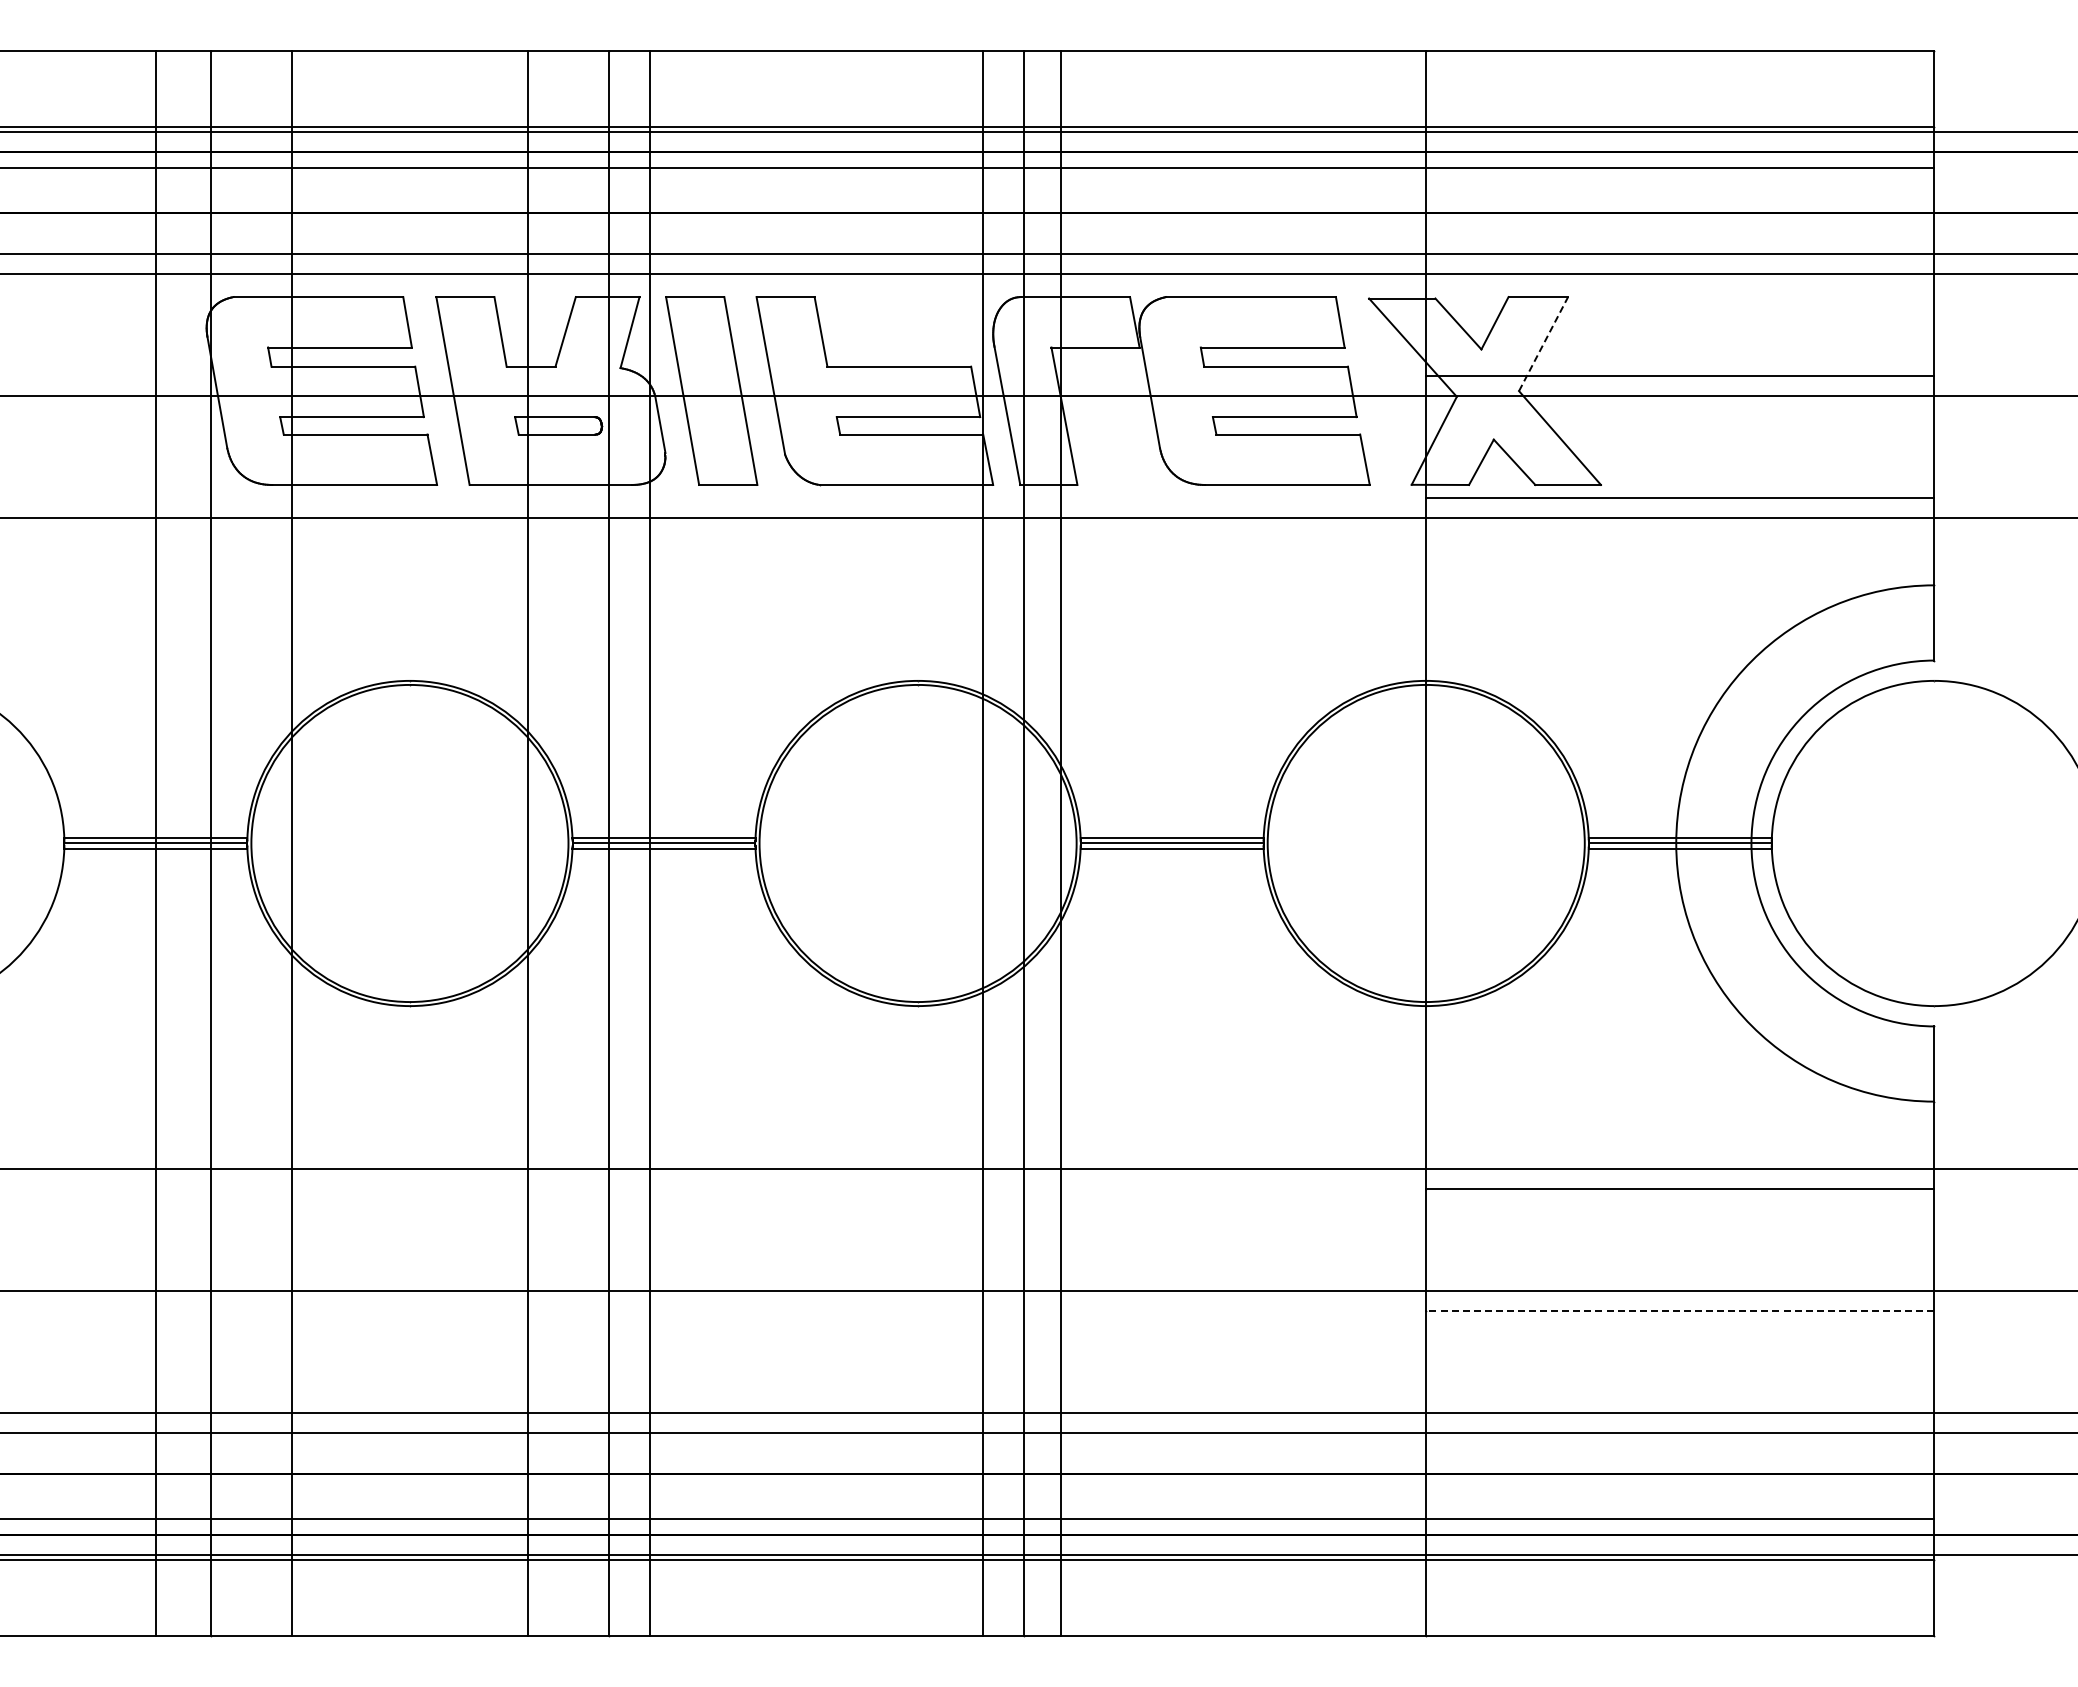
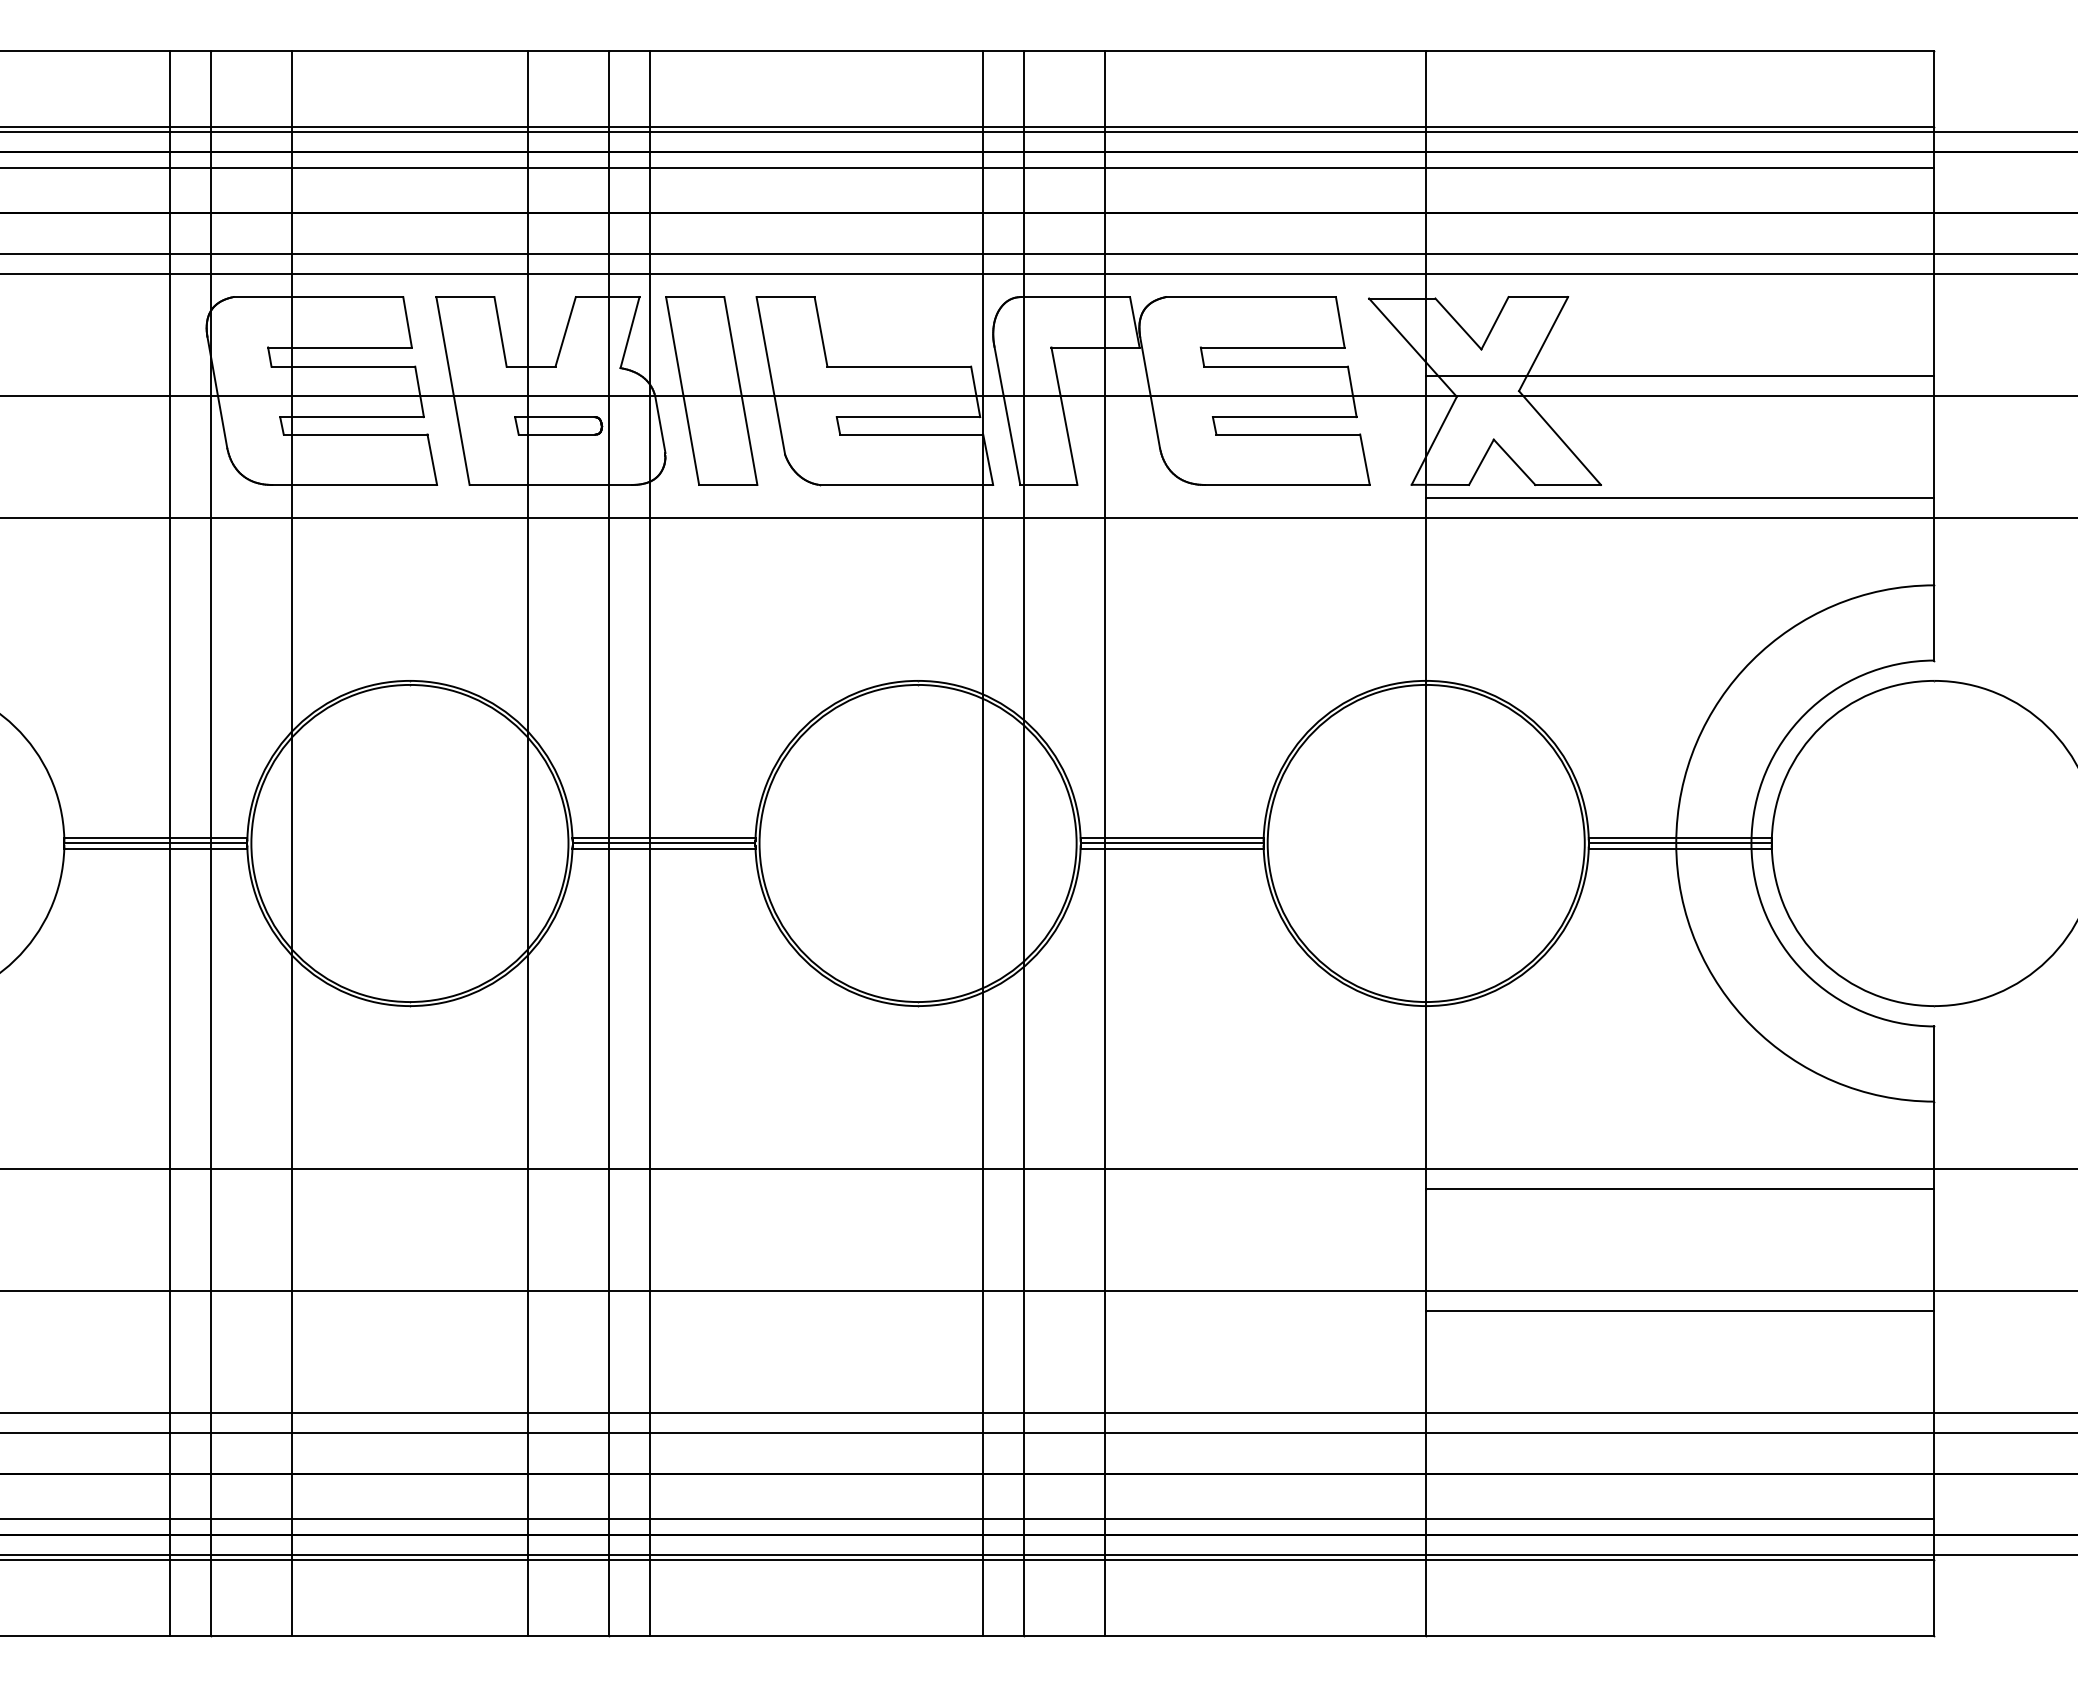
line at (1543, 343): dashed -> solid
line at (156, 843) position: (156, 843) -> (170, 843)
line at (1061, 843) position: (1061, 843) -> (1105, 843)
line at (1679, 1310): dashed -> solid
